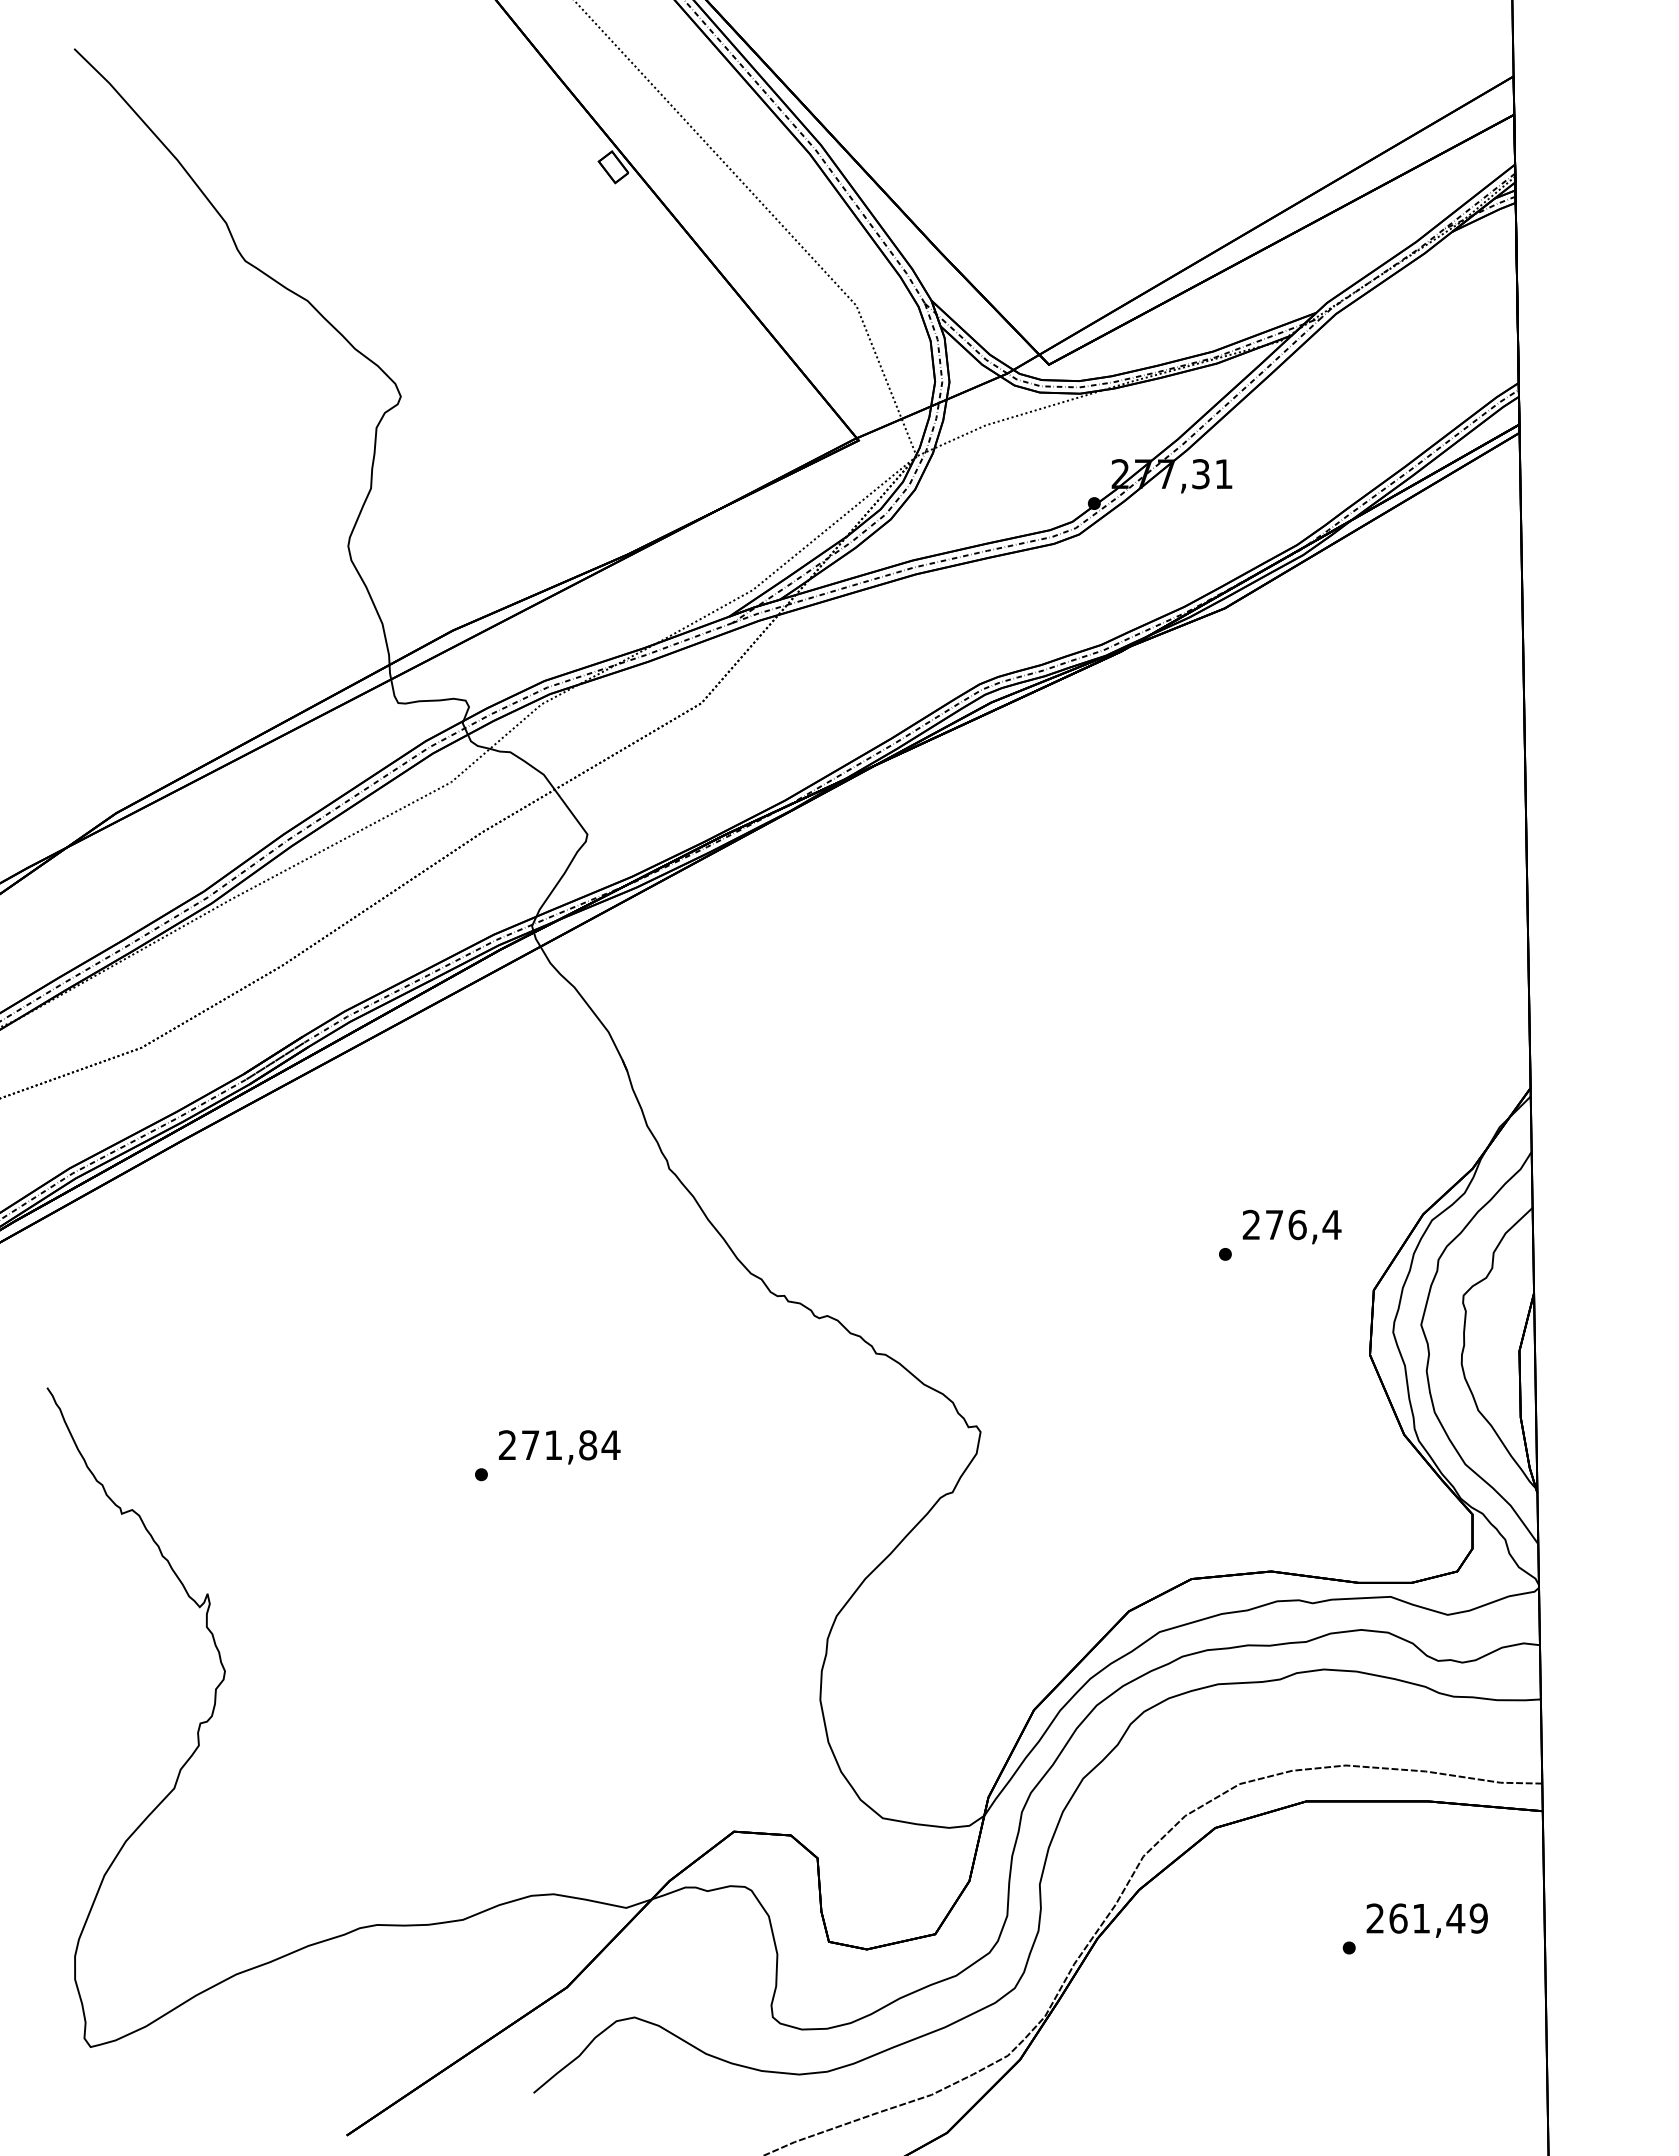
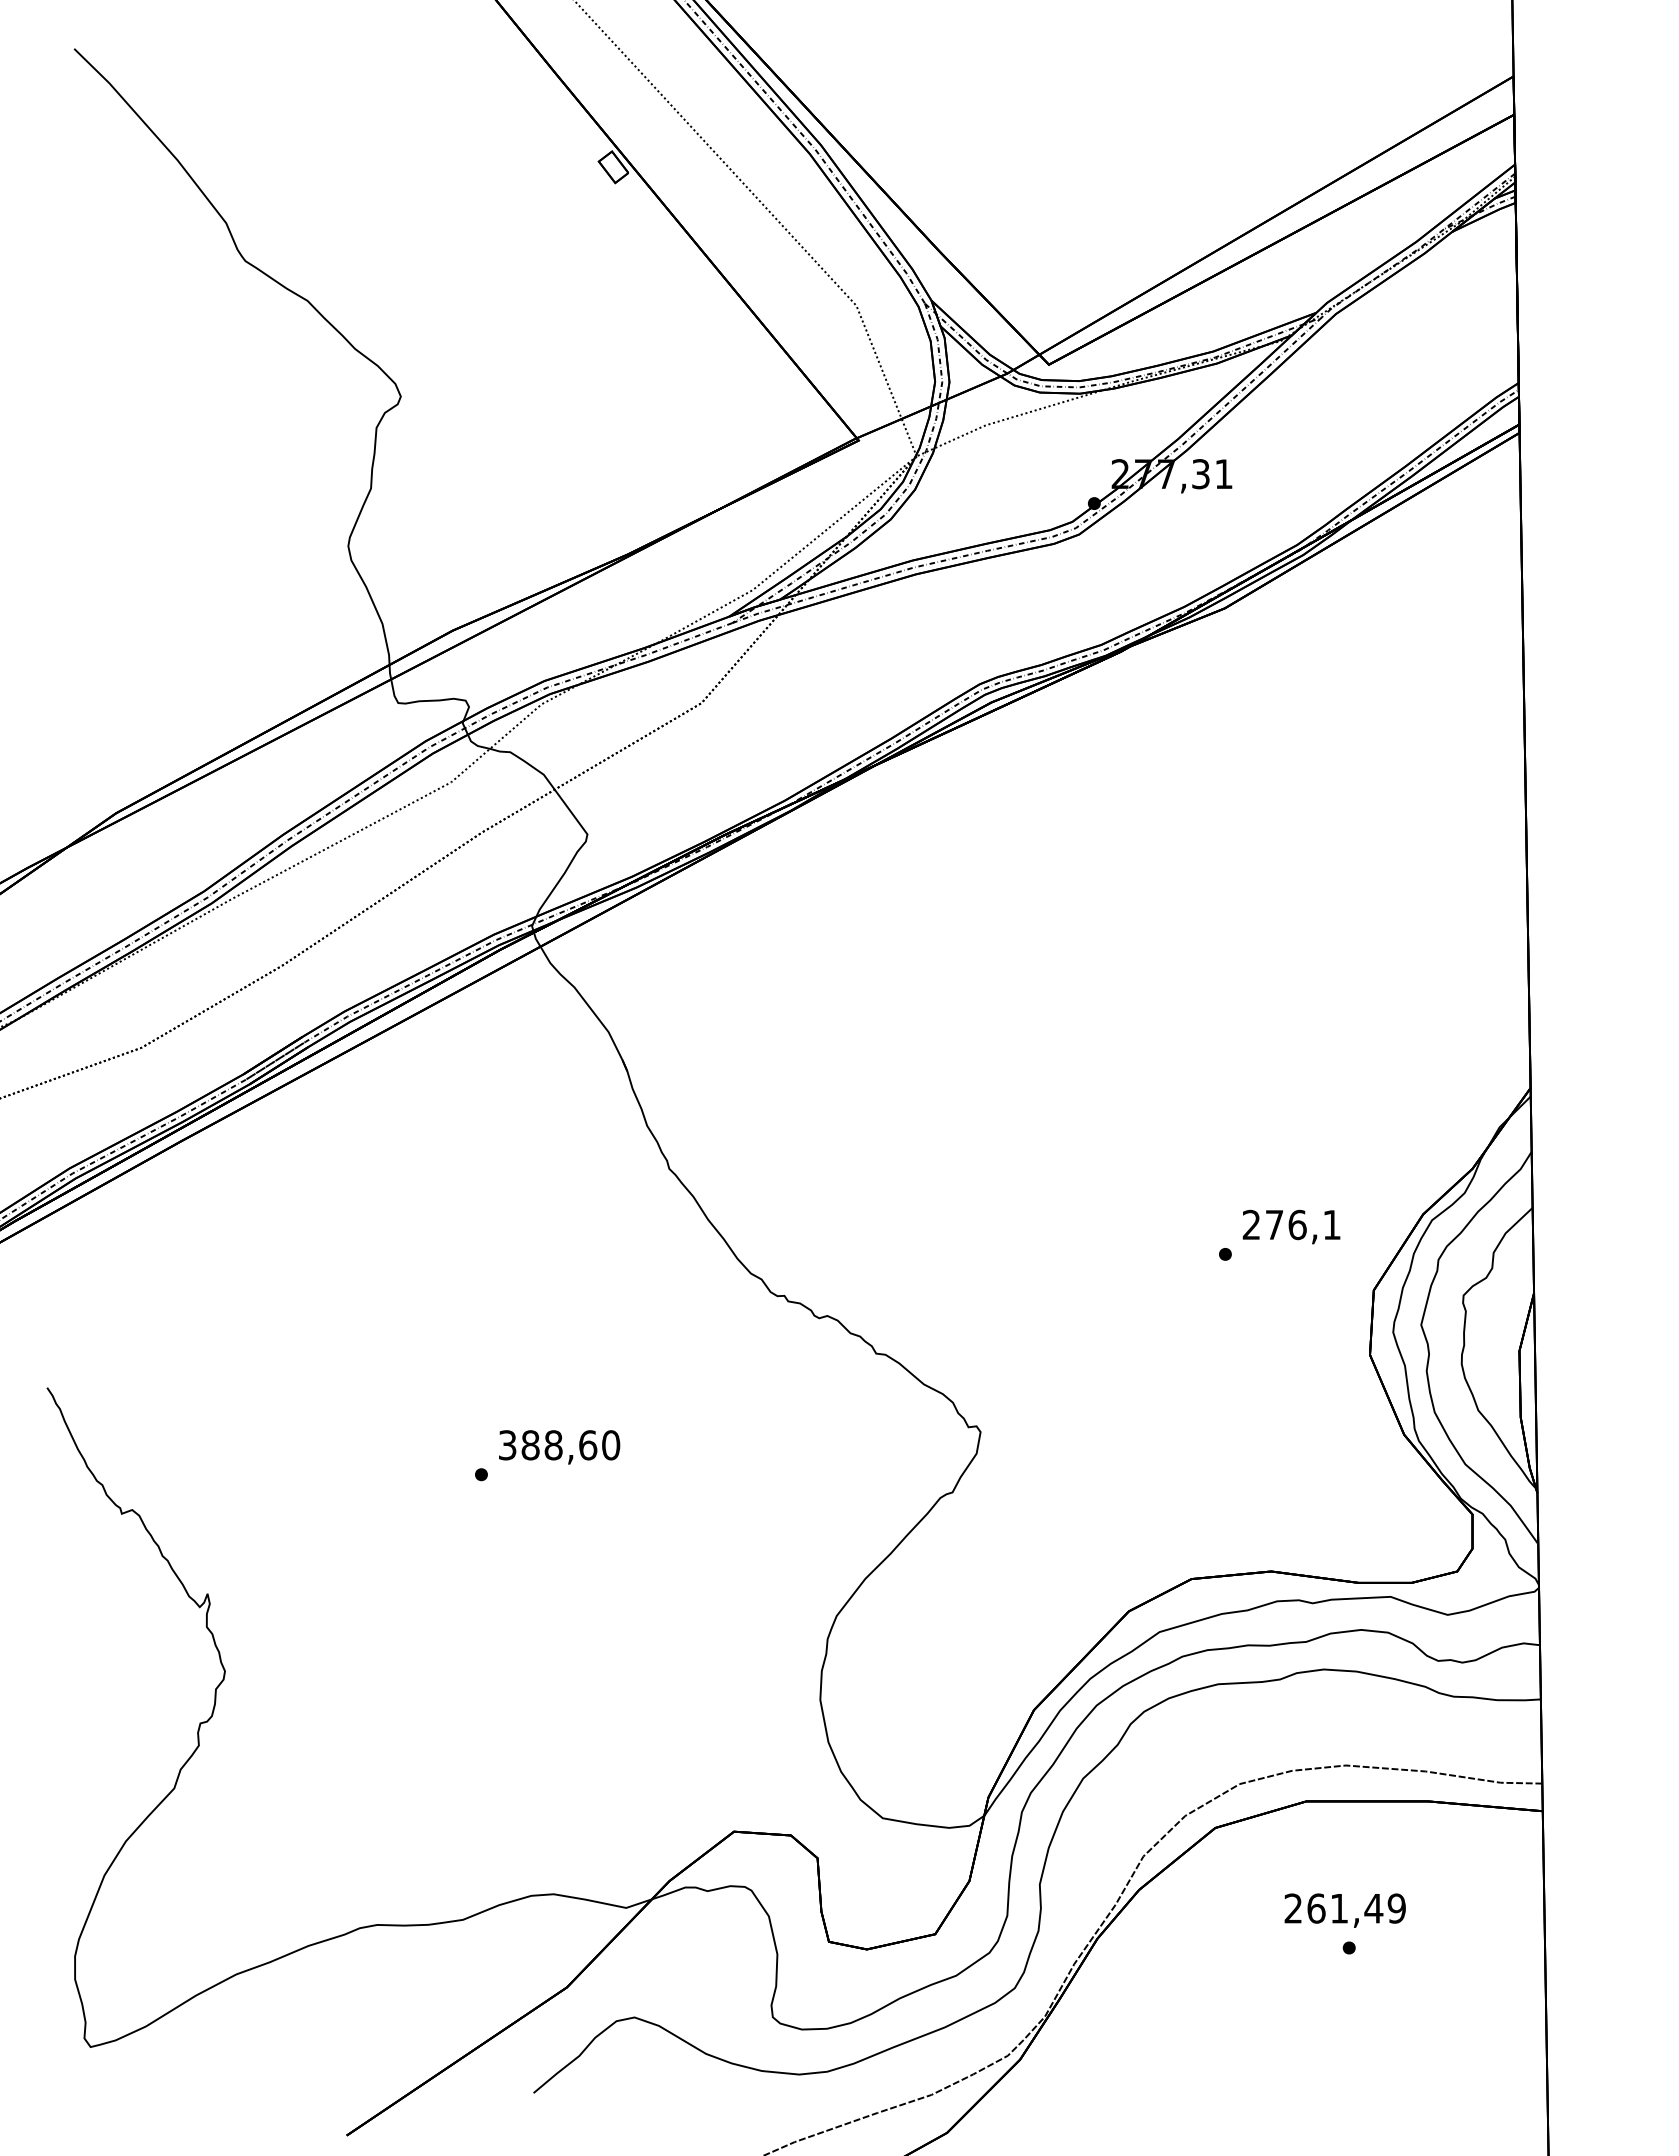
text at (1331, 1224): 276,4 -> 276,1
text at (559, 1445): 271,84 -> 388,60
text at (1426, 1920) position: (1426, 1920) -> (1344, 1910)
